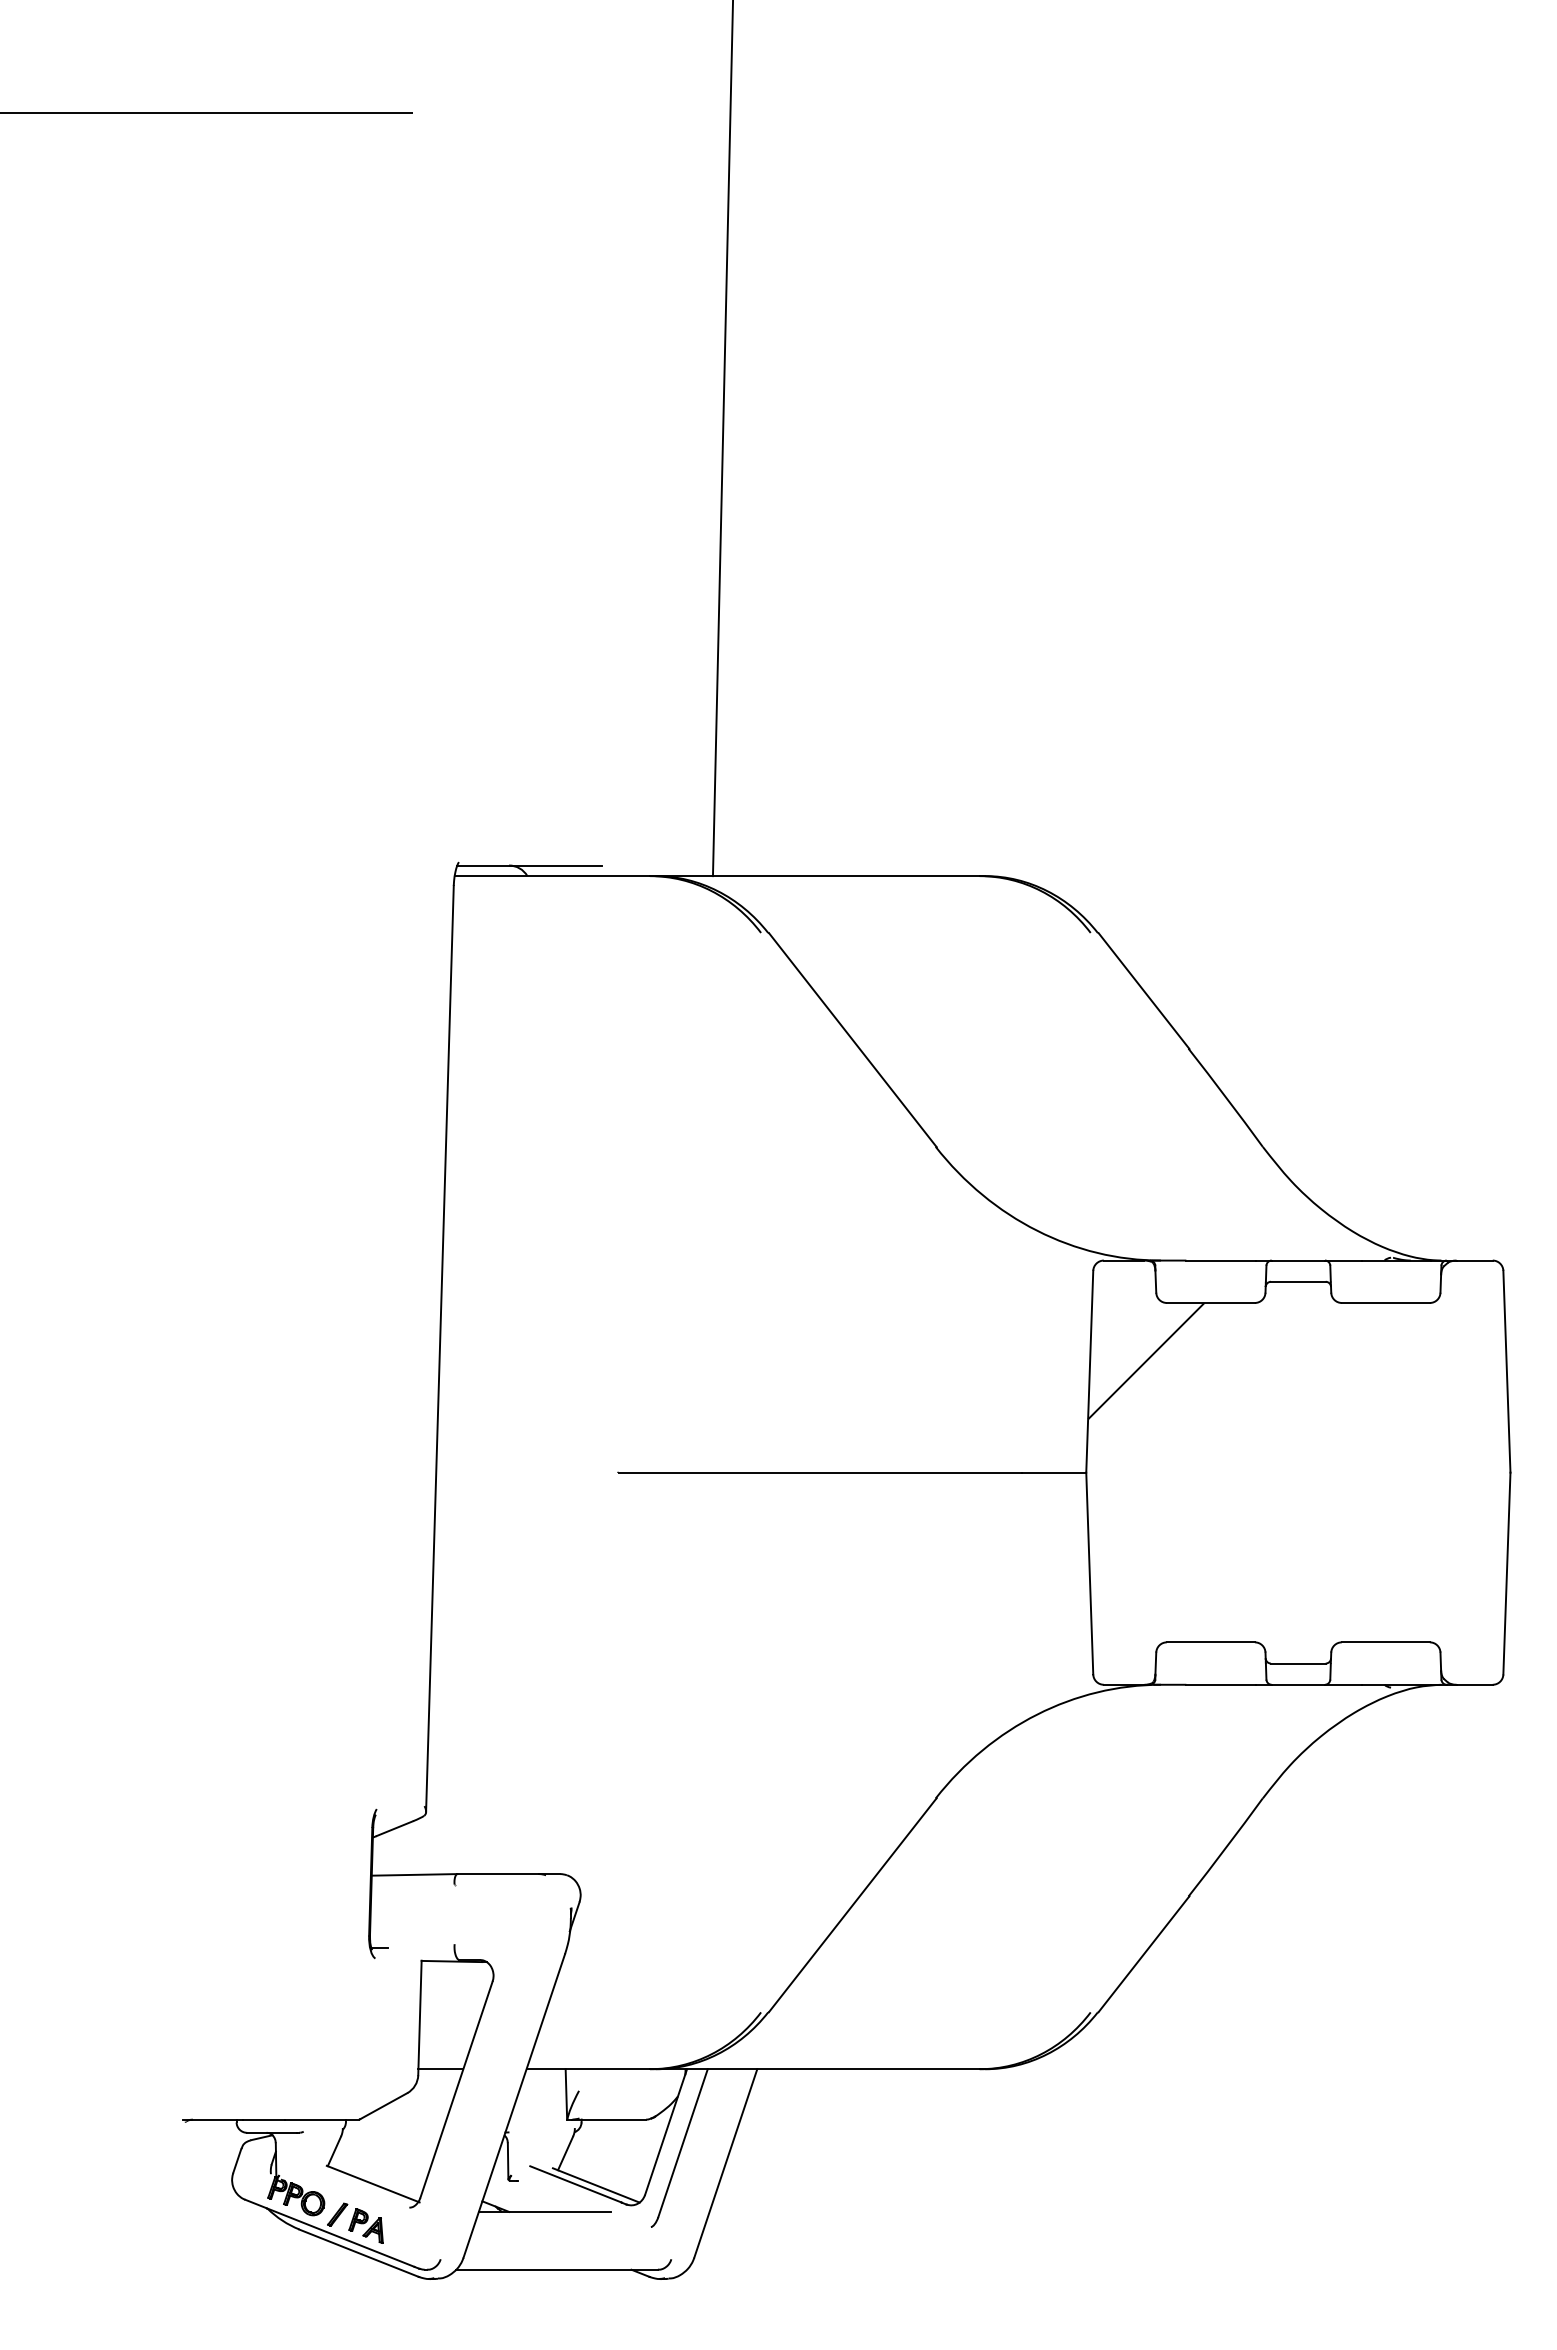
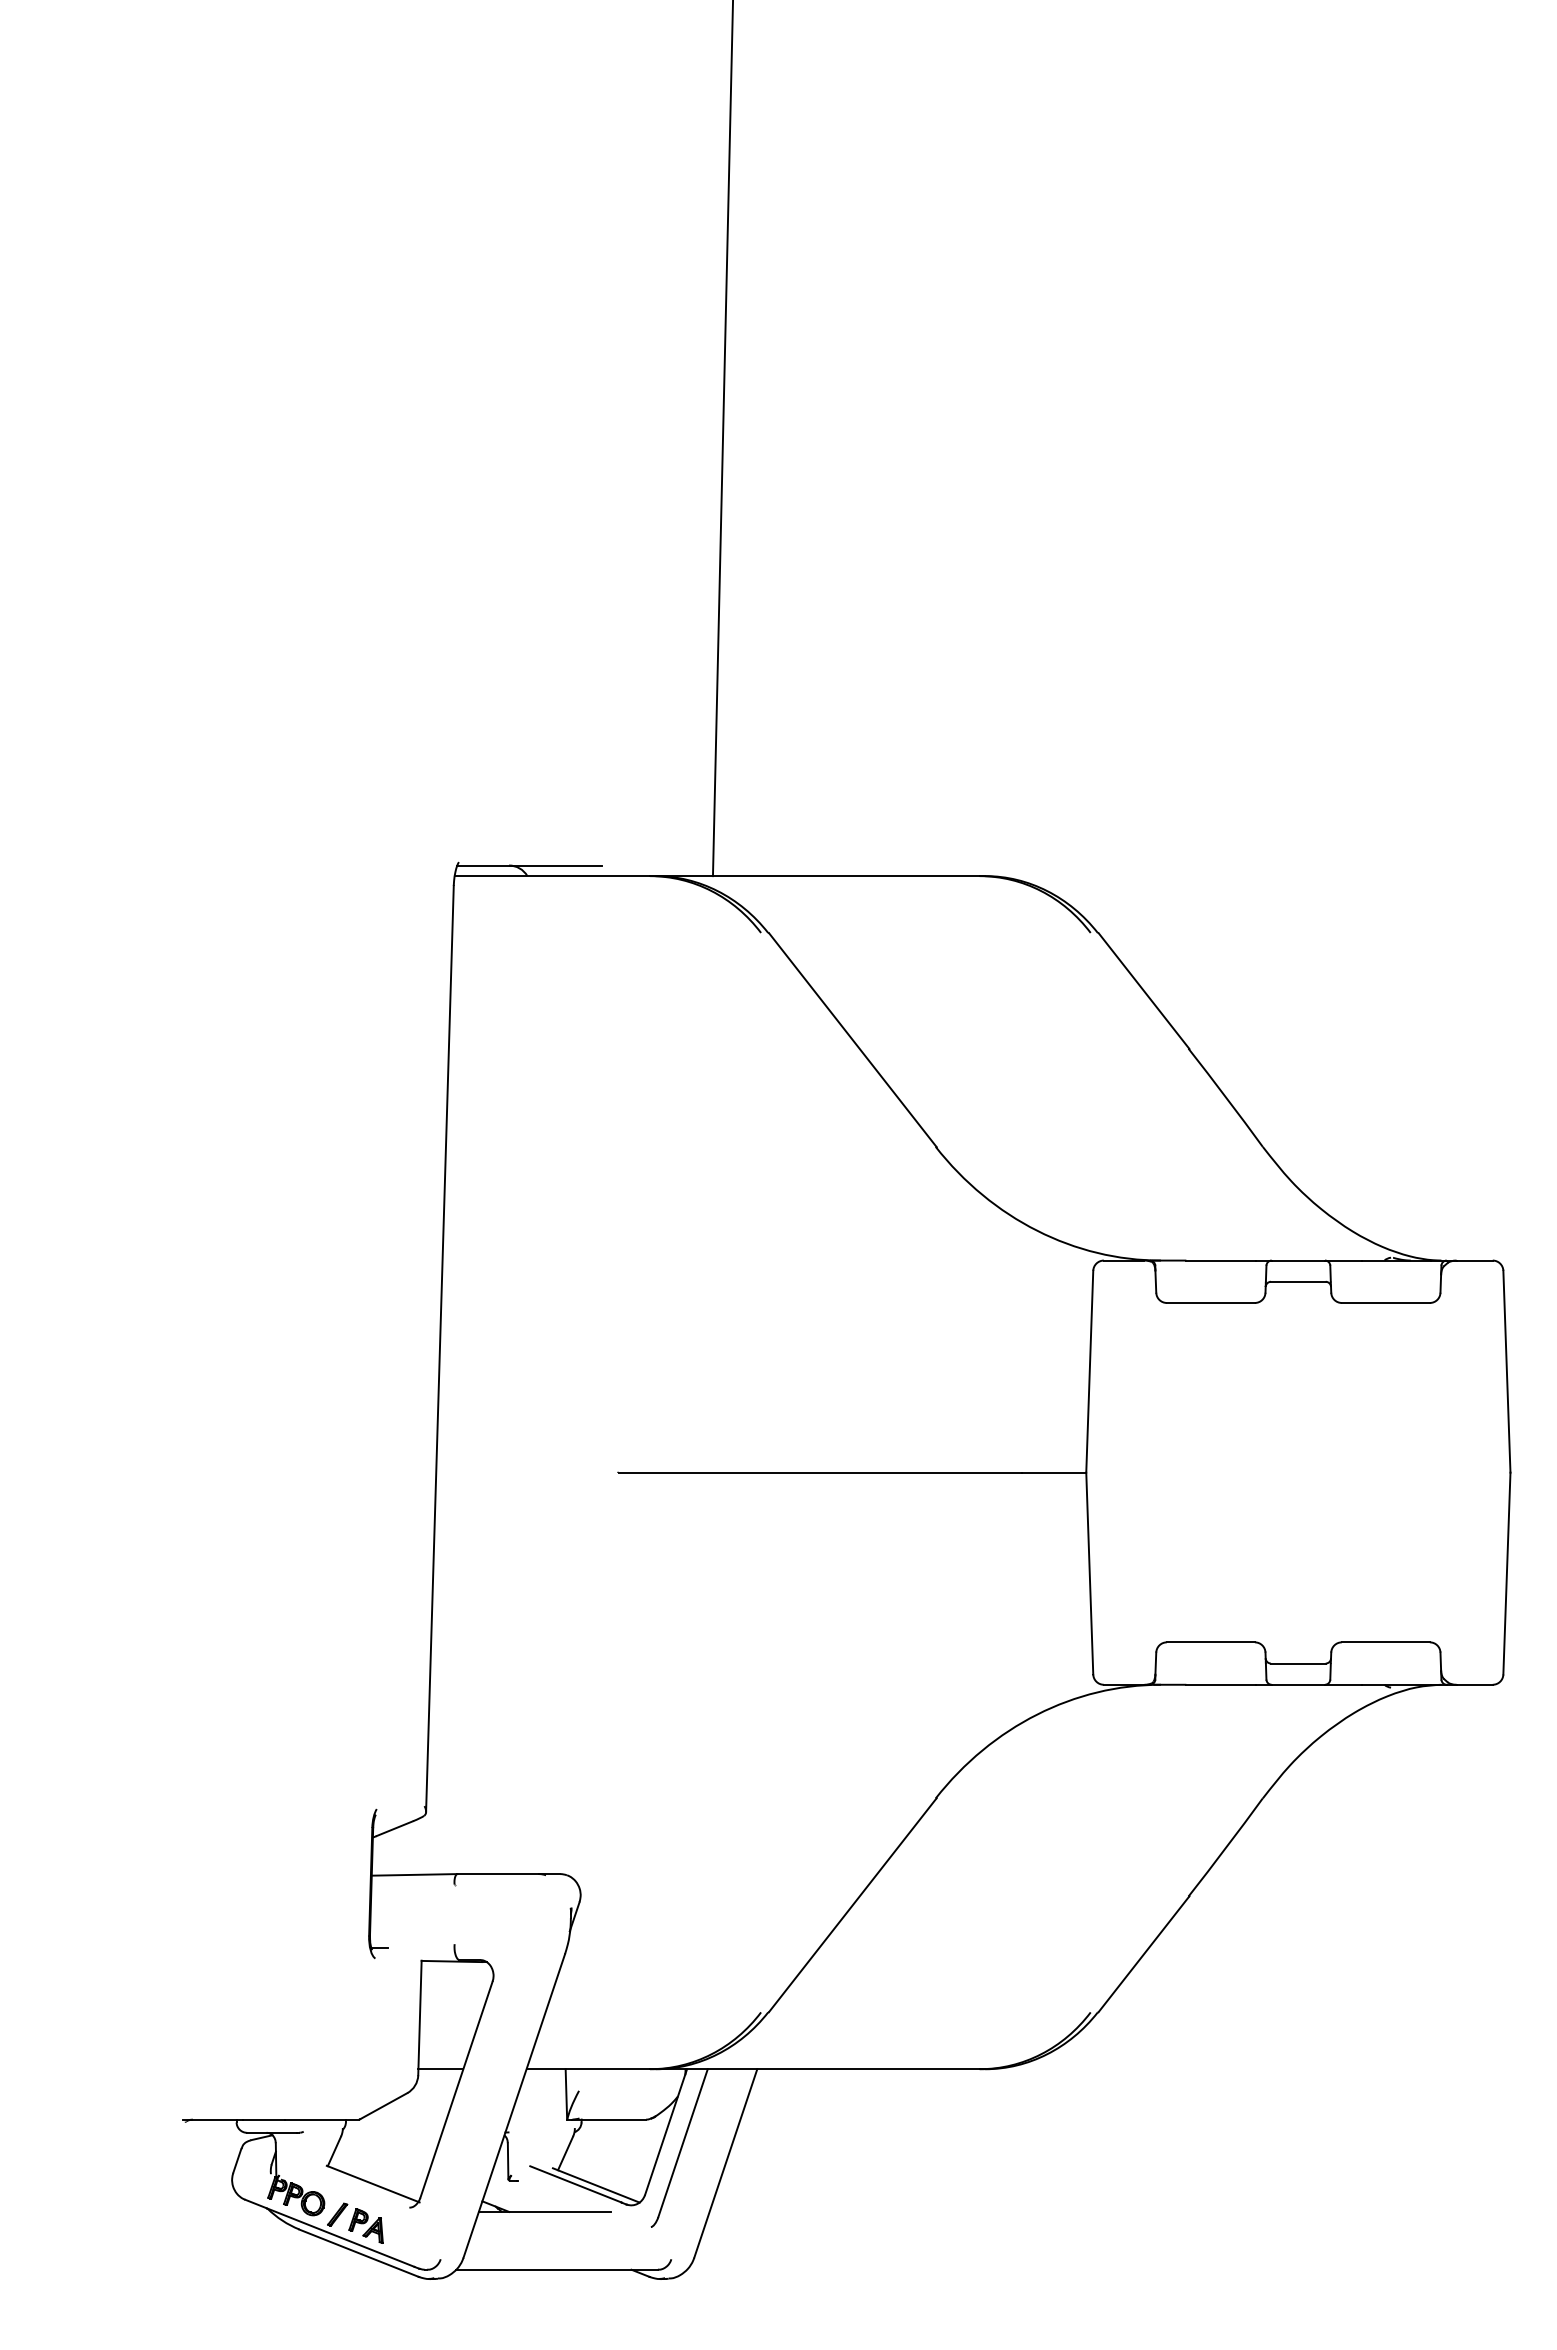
line at (207, 112): present -> none
hatch at (1146, 1360): present -> none
